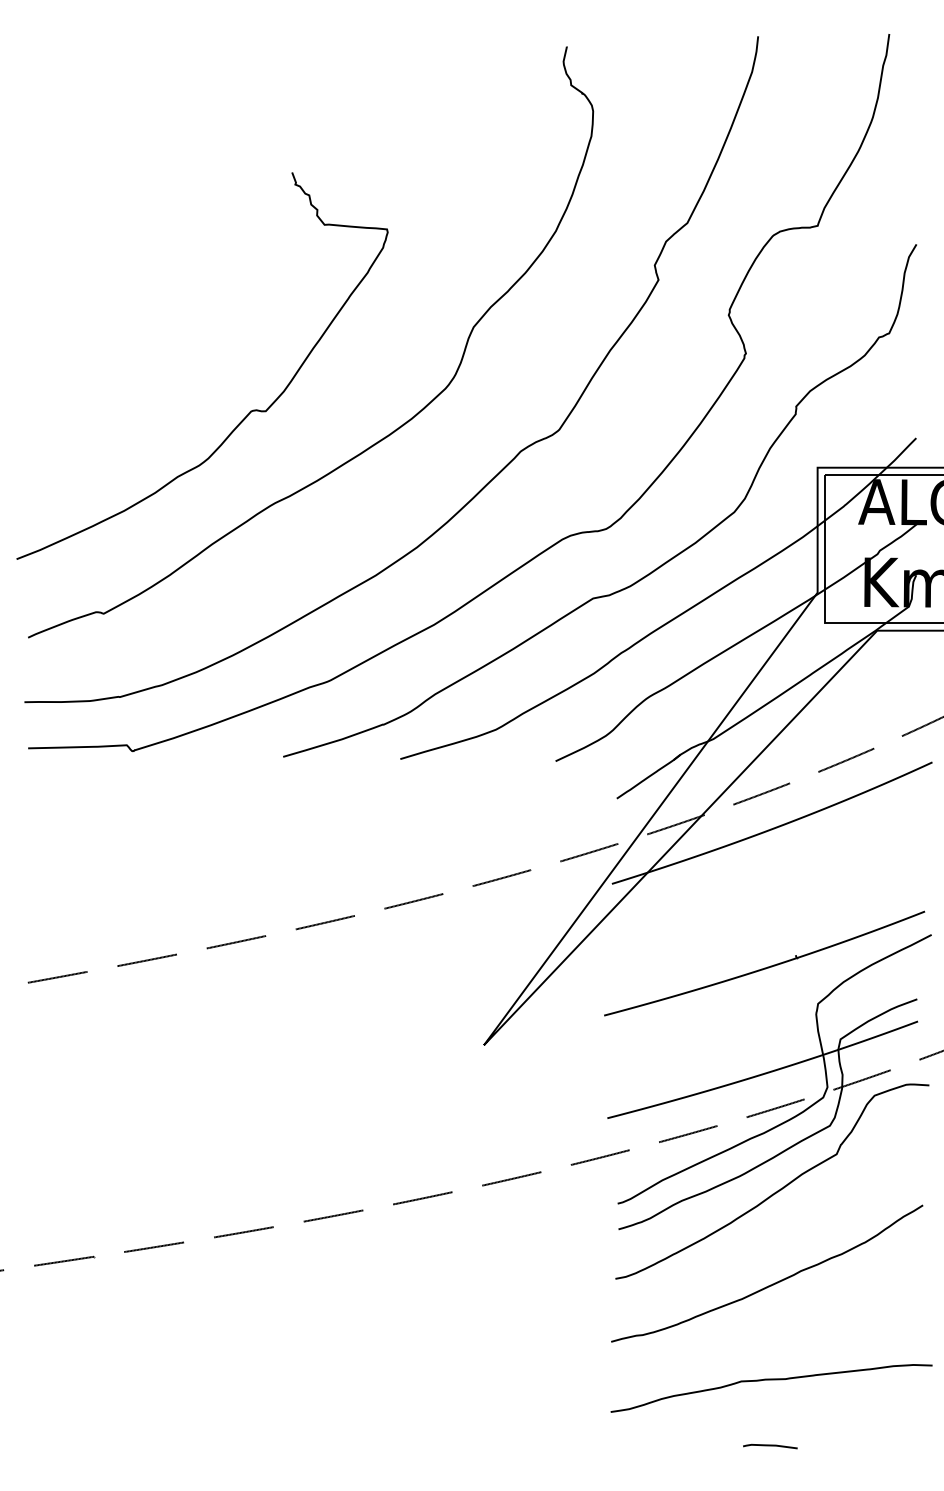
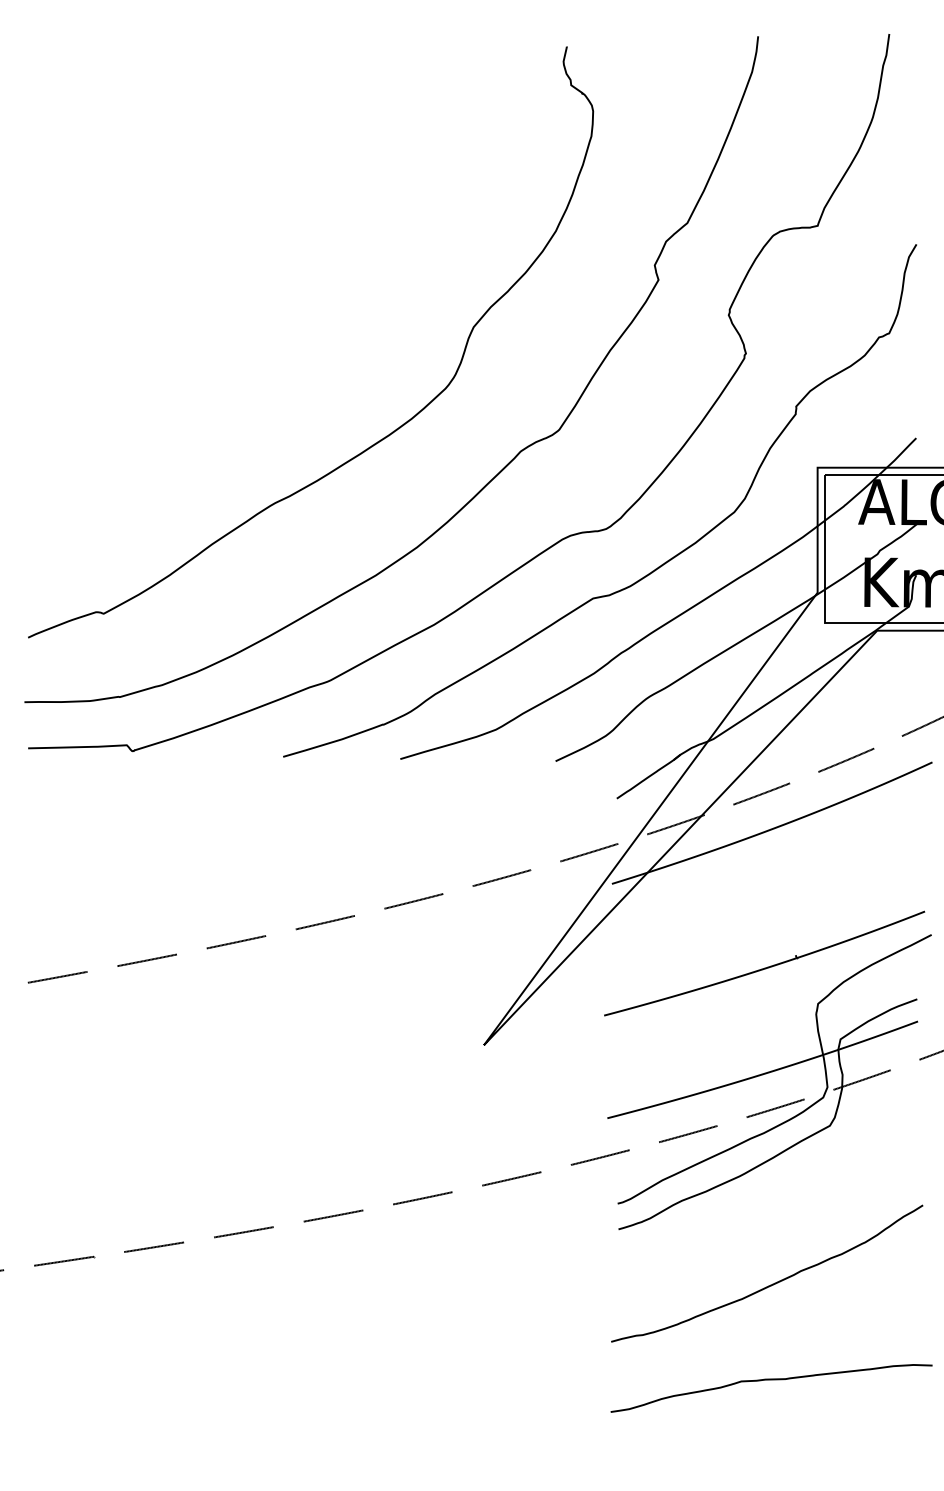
curve at (249, 411): present -> none
curve at (777, 1190): present -> none
curve at (770, 1446): present -> none
